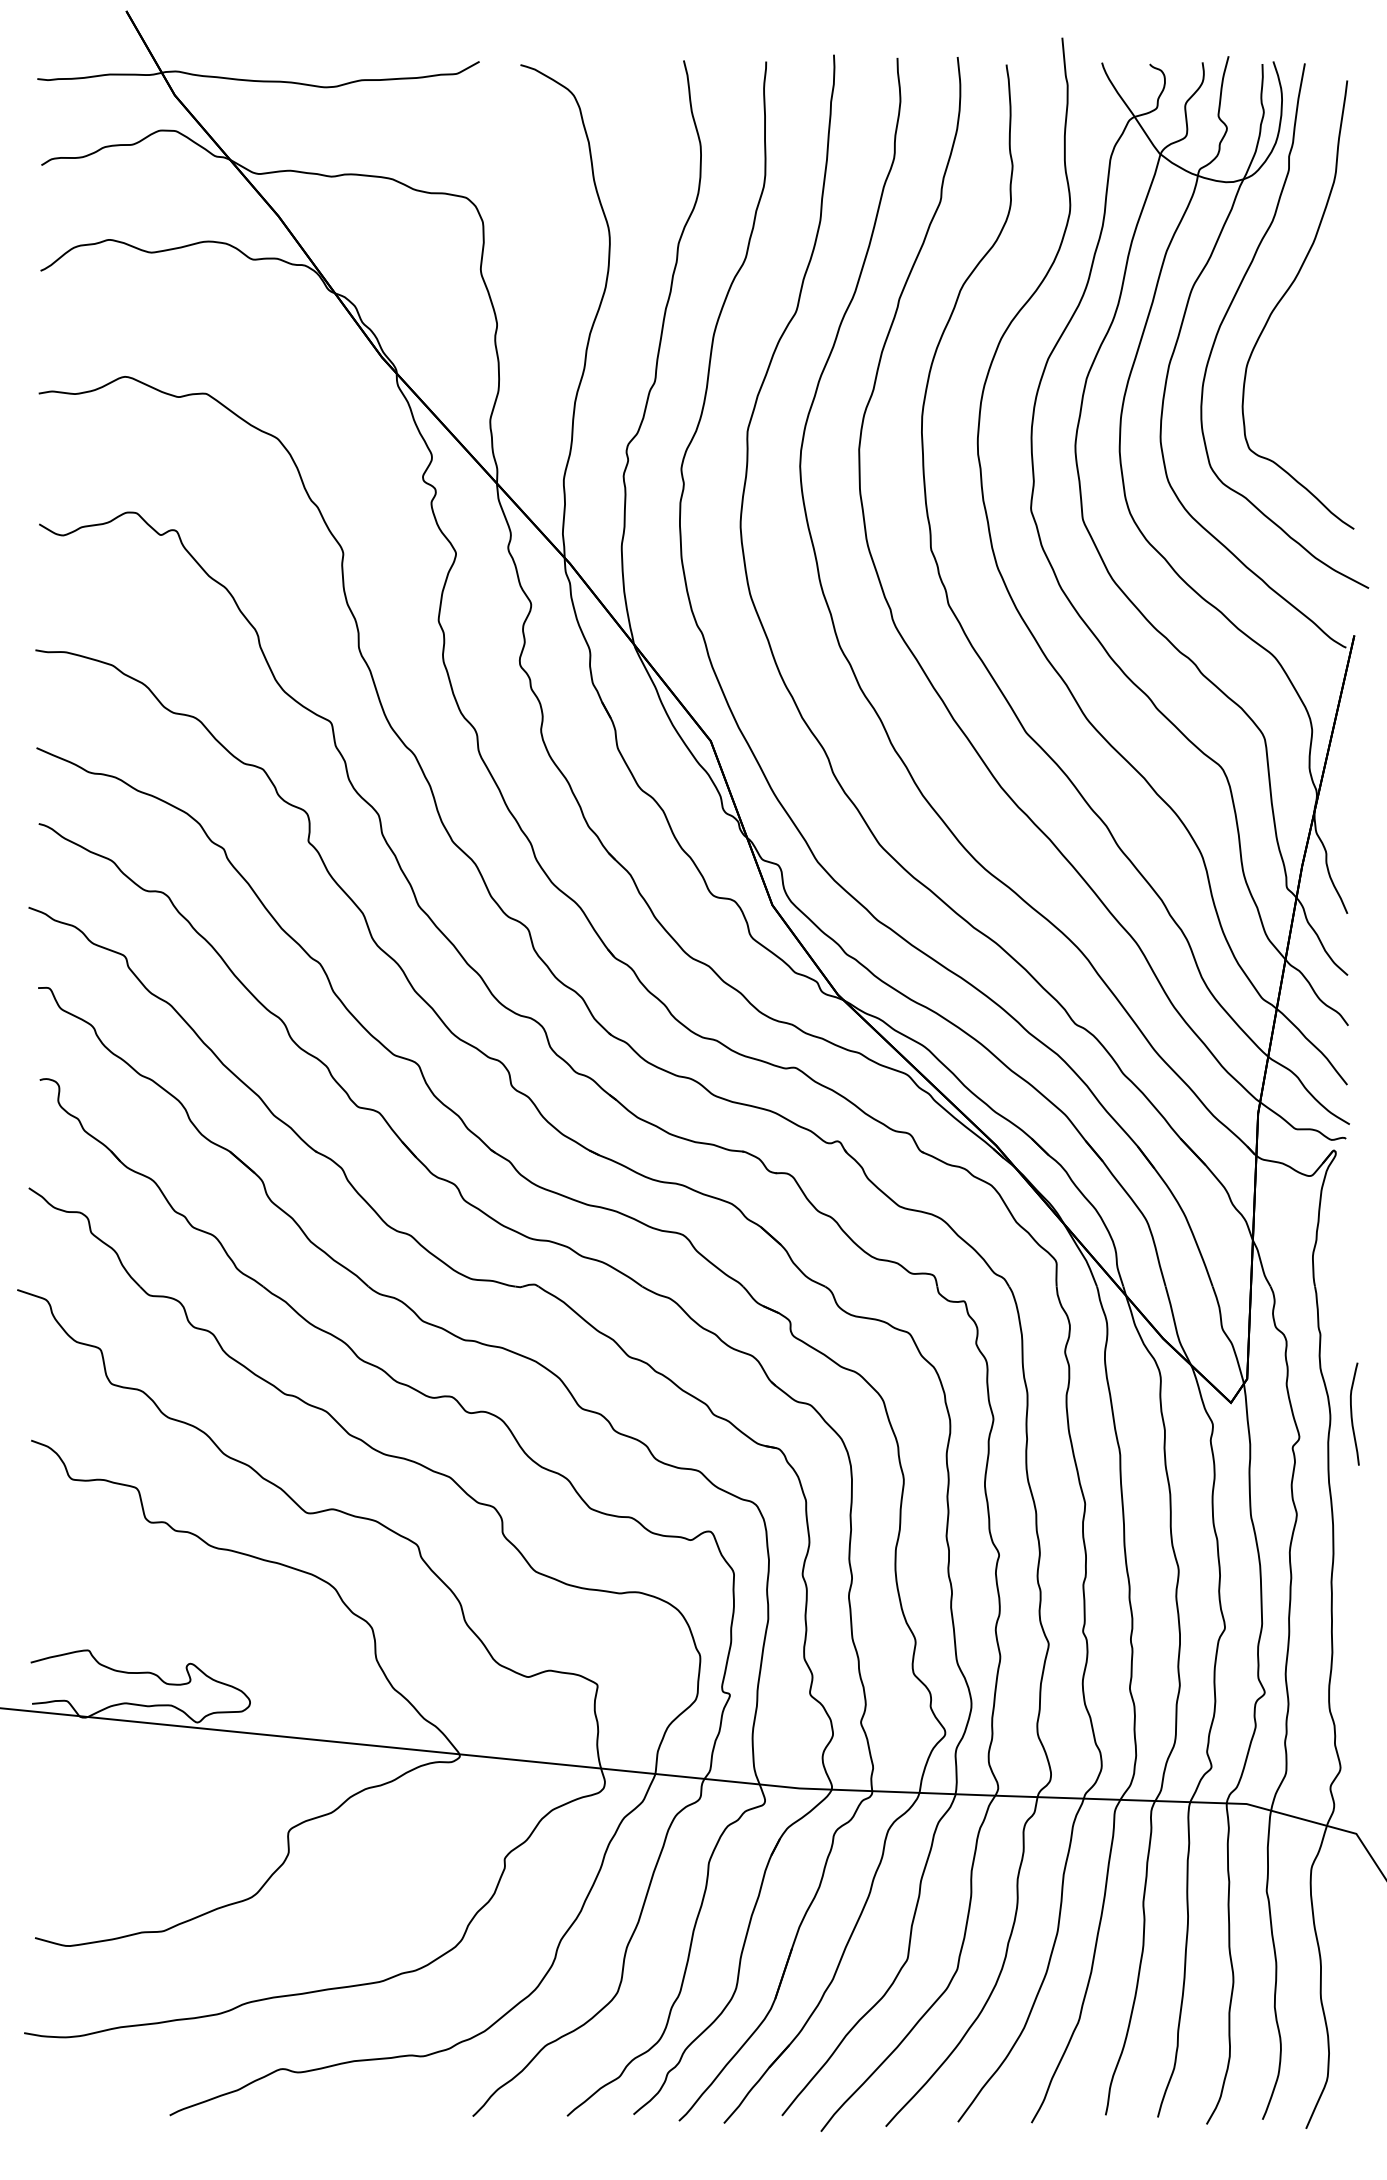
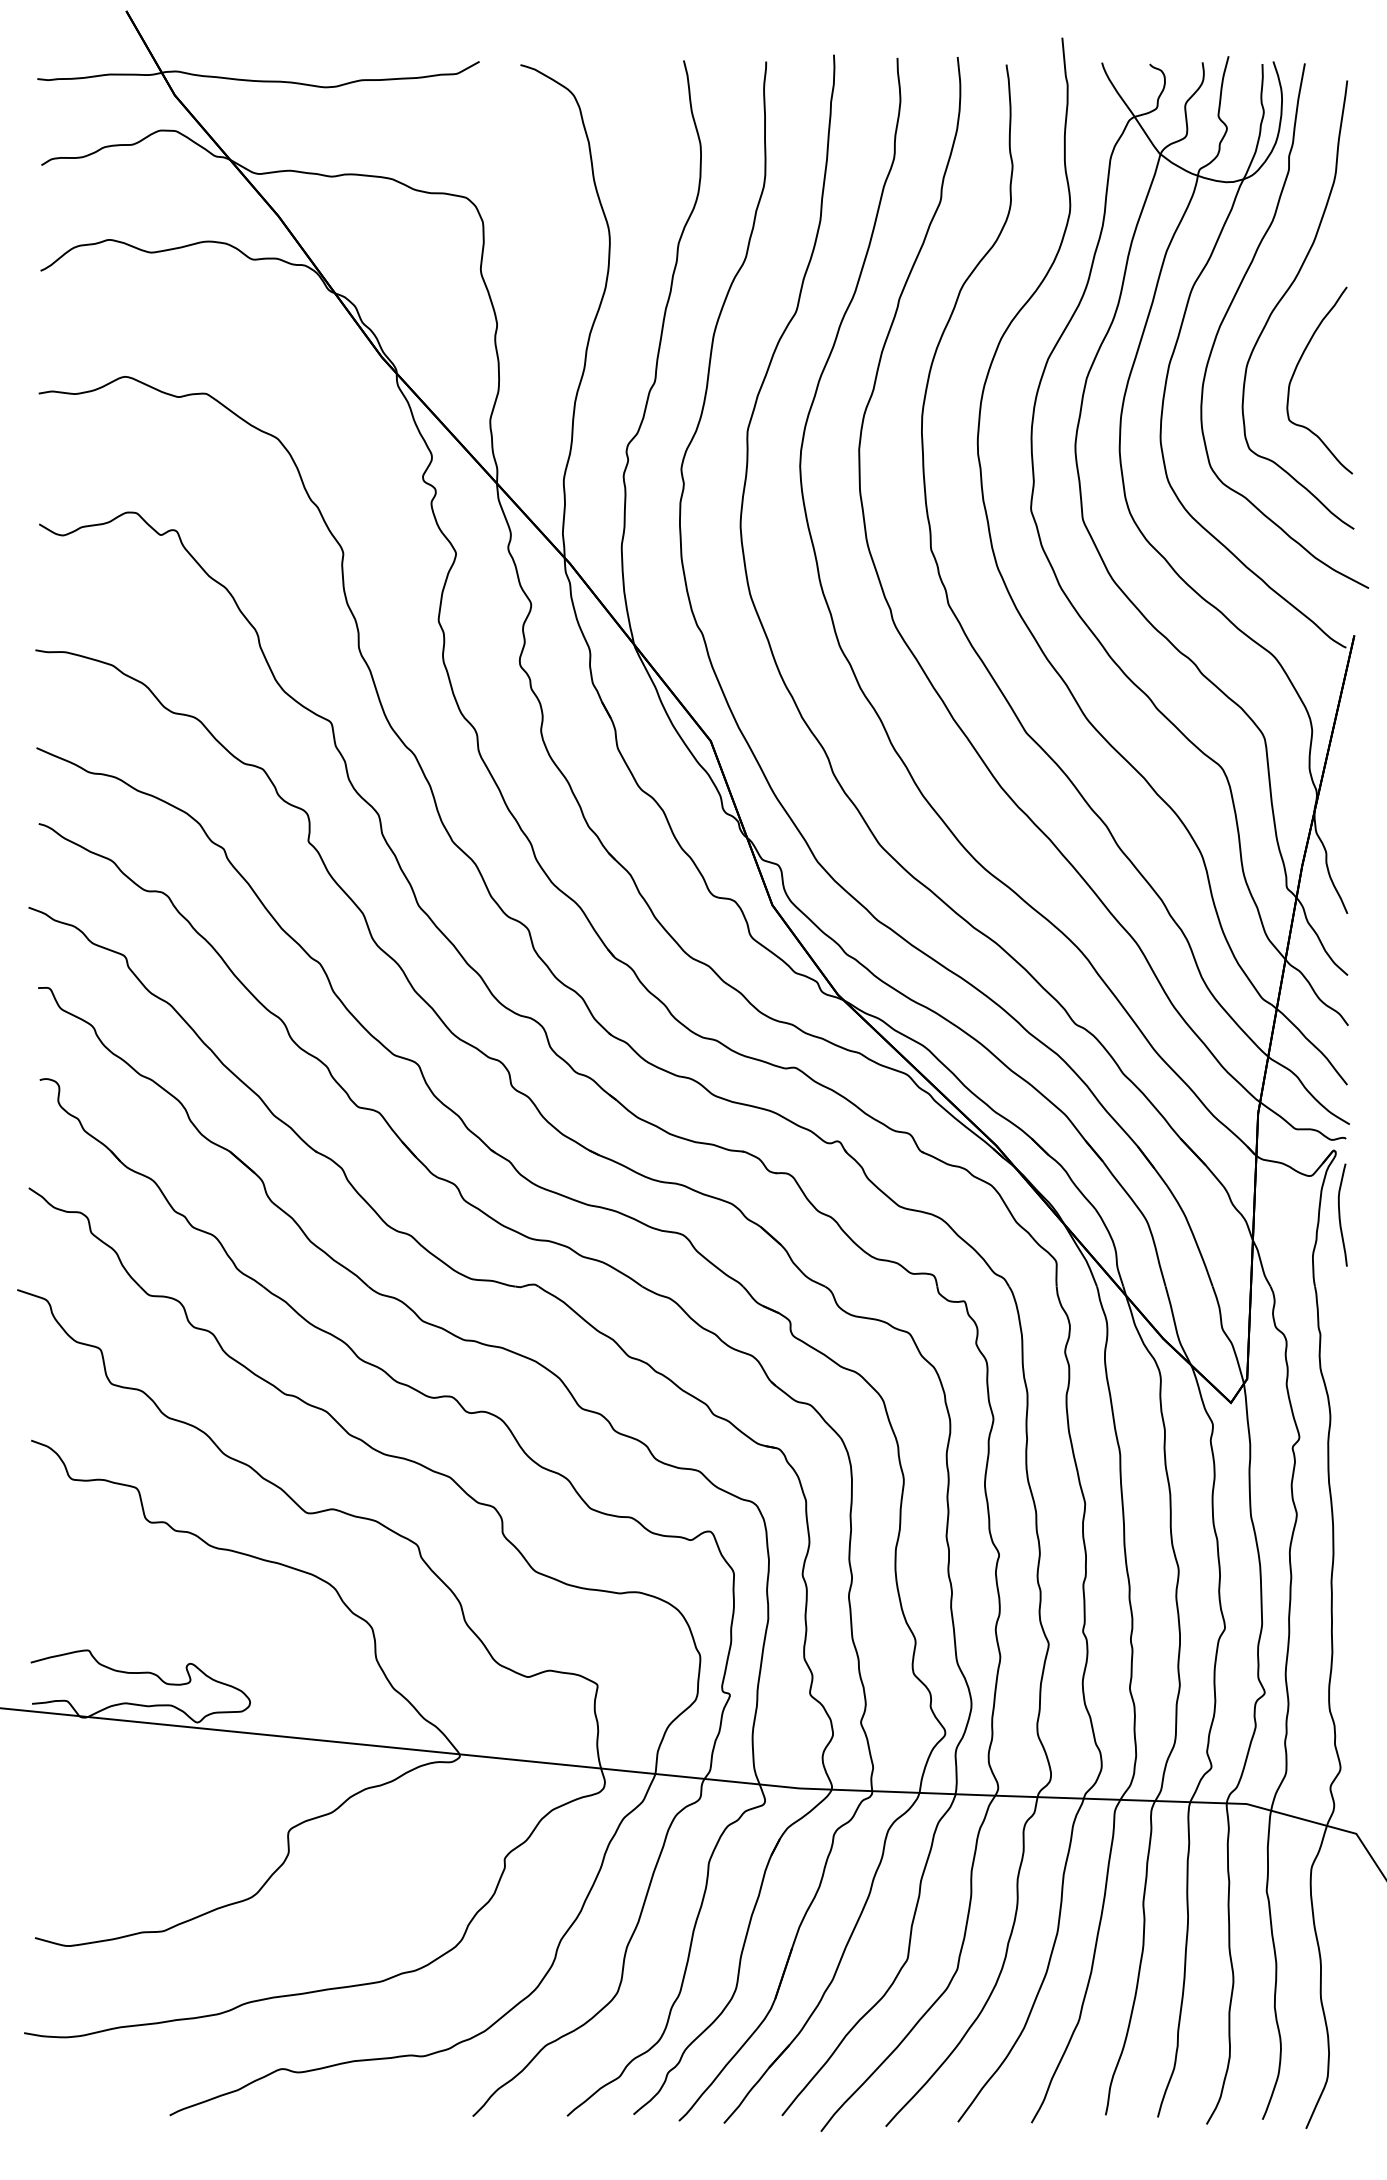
curve at (1295, 372): none -> present
curve at (1352, 1413) position: (1352, 1413) -> (1340, 1214)
